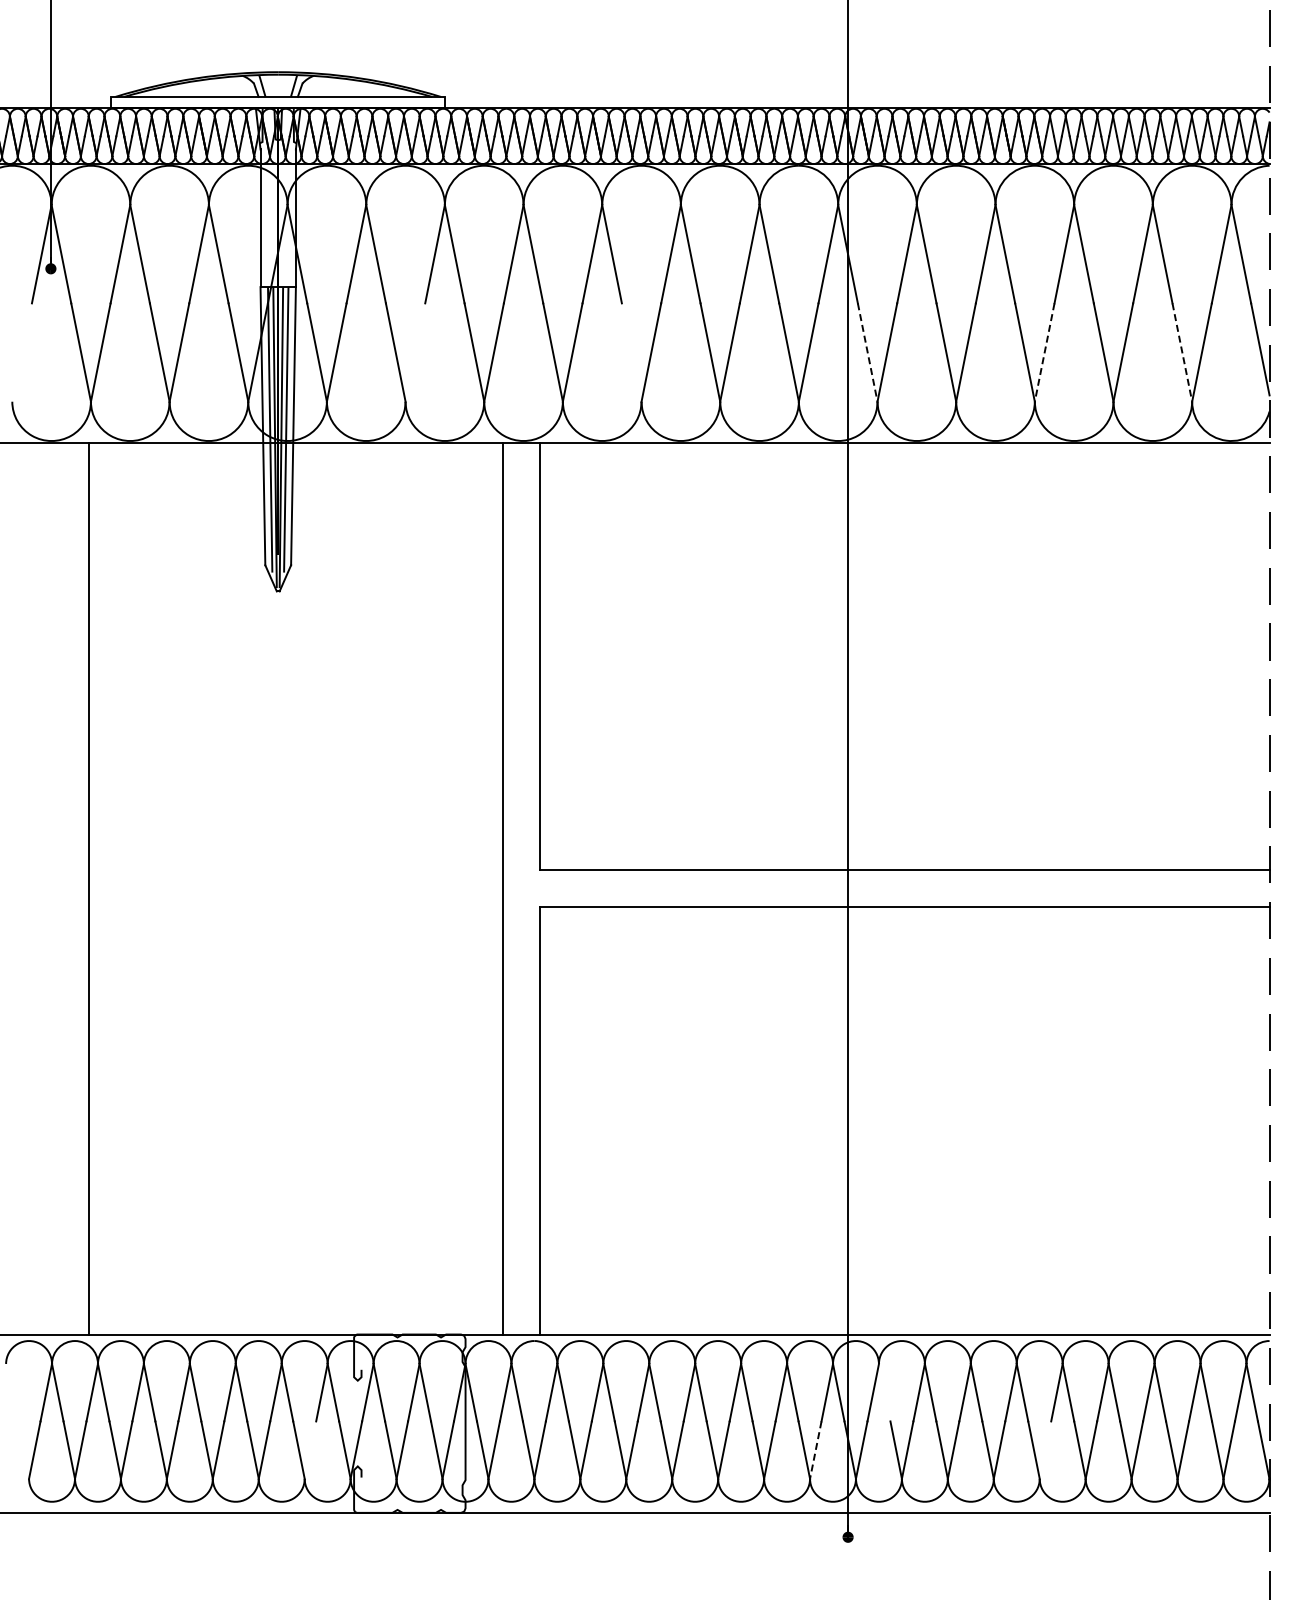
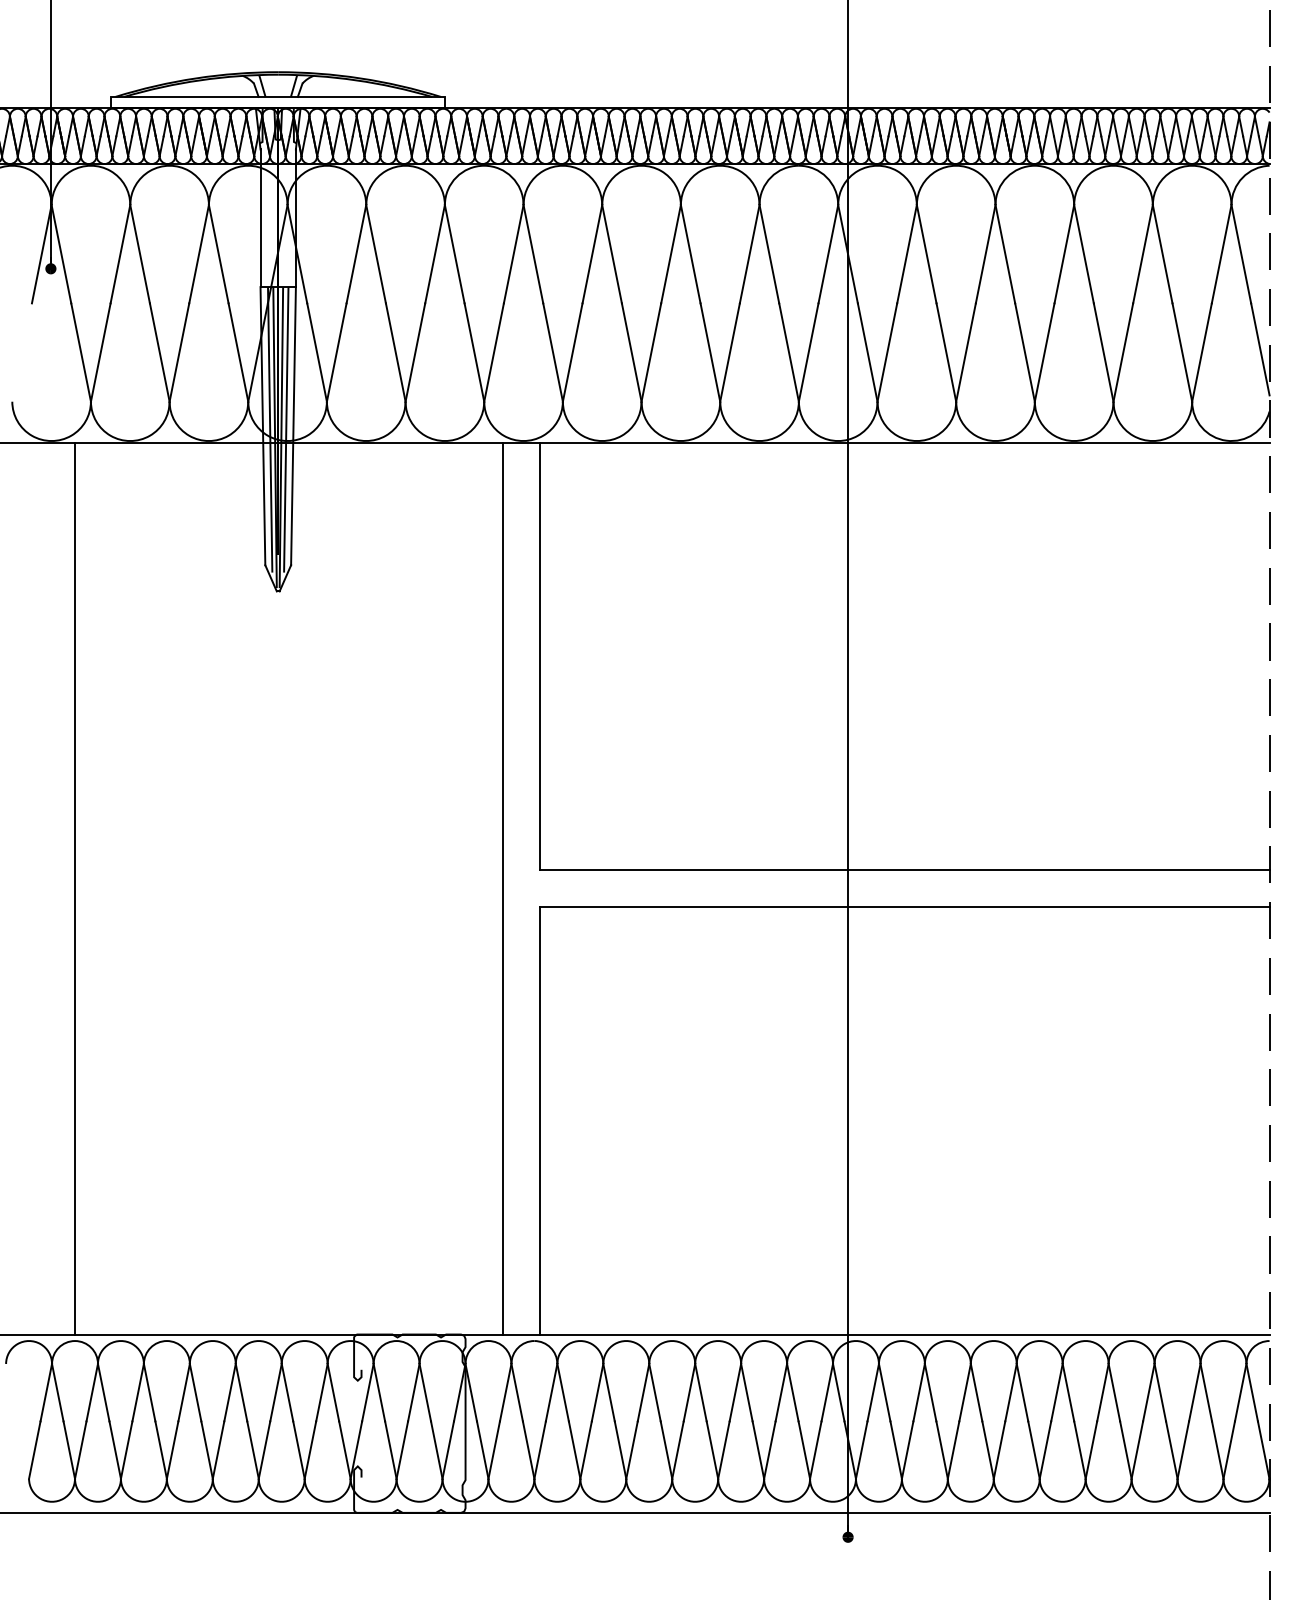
line at (415, 352): none -> present
line at (631, 352): none -> present
line at (867, 353): dashed -> solid
line at (1044, 353): dashed -> solid
line at (1182, 353): dashed -> solid
line at (89, 888) position: (89, 888) -> (75, 888)
line at (884, 1392): none -> present
line at (310, 1449): none -> present
line at (1045, 1449): none -> present
line at (815, 1450): dashed -> solid
